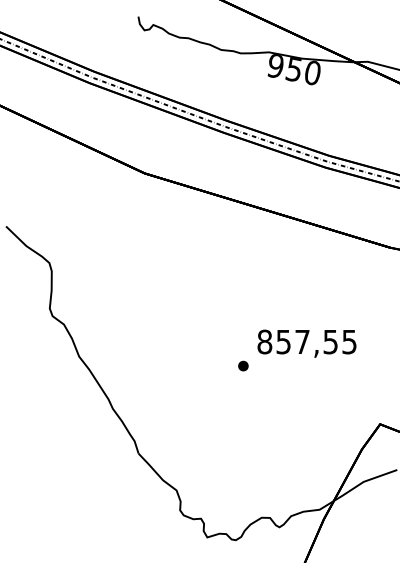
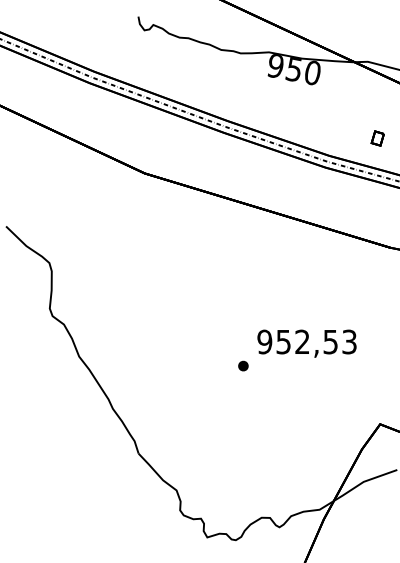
part at (377, 138): none -> present
text at (306, 341): 857,55 -> 952,53
